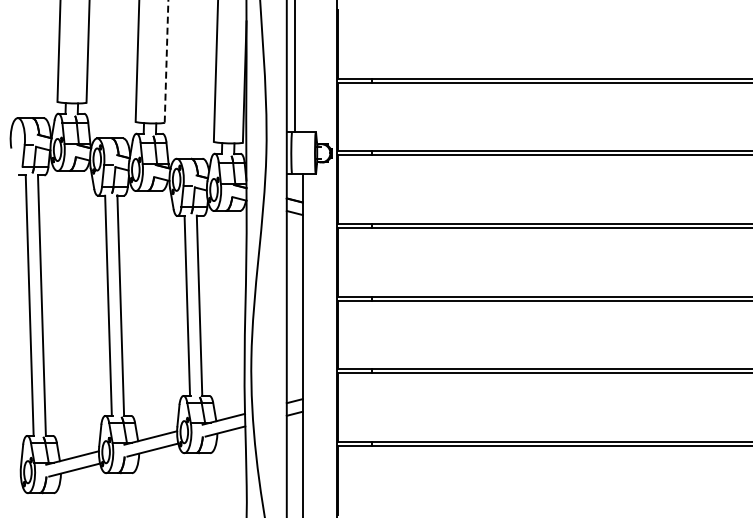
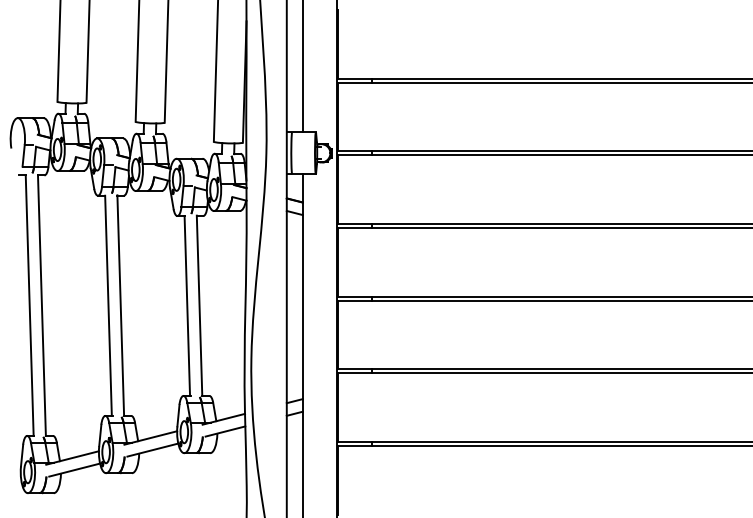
line at (166, 61): dashed -> solid
line at (294, 67) position: (294, 67) -> (302, 67)
